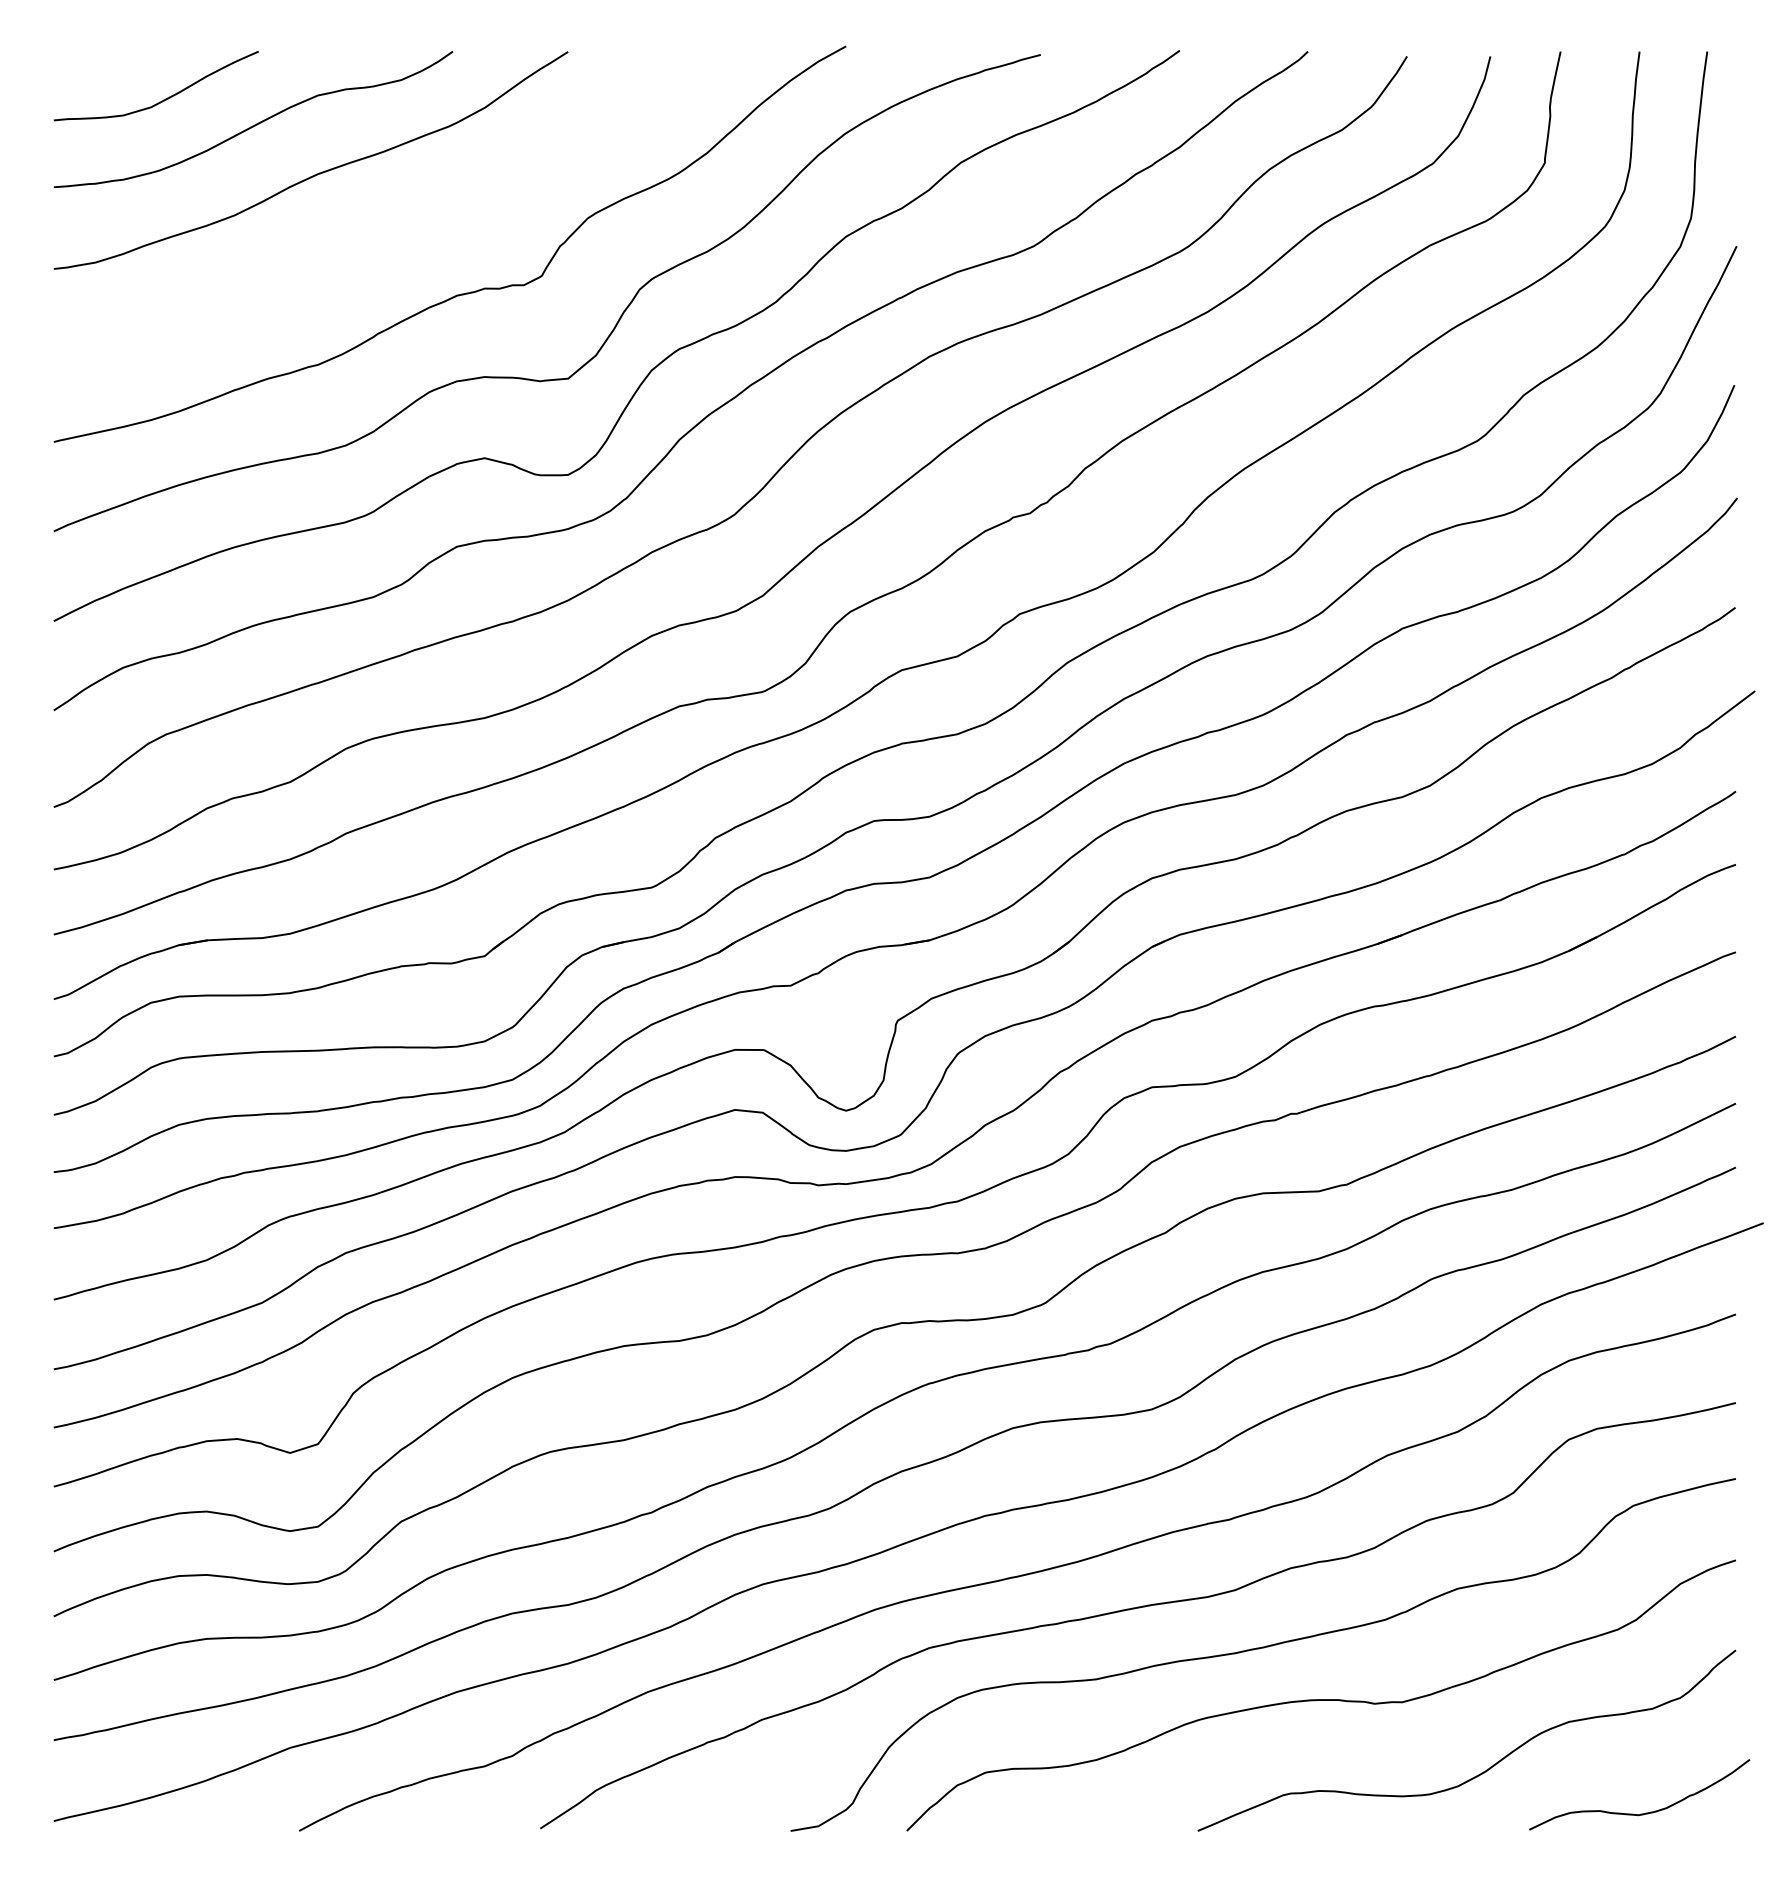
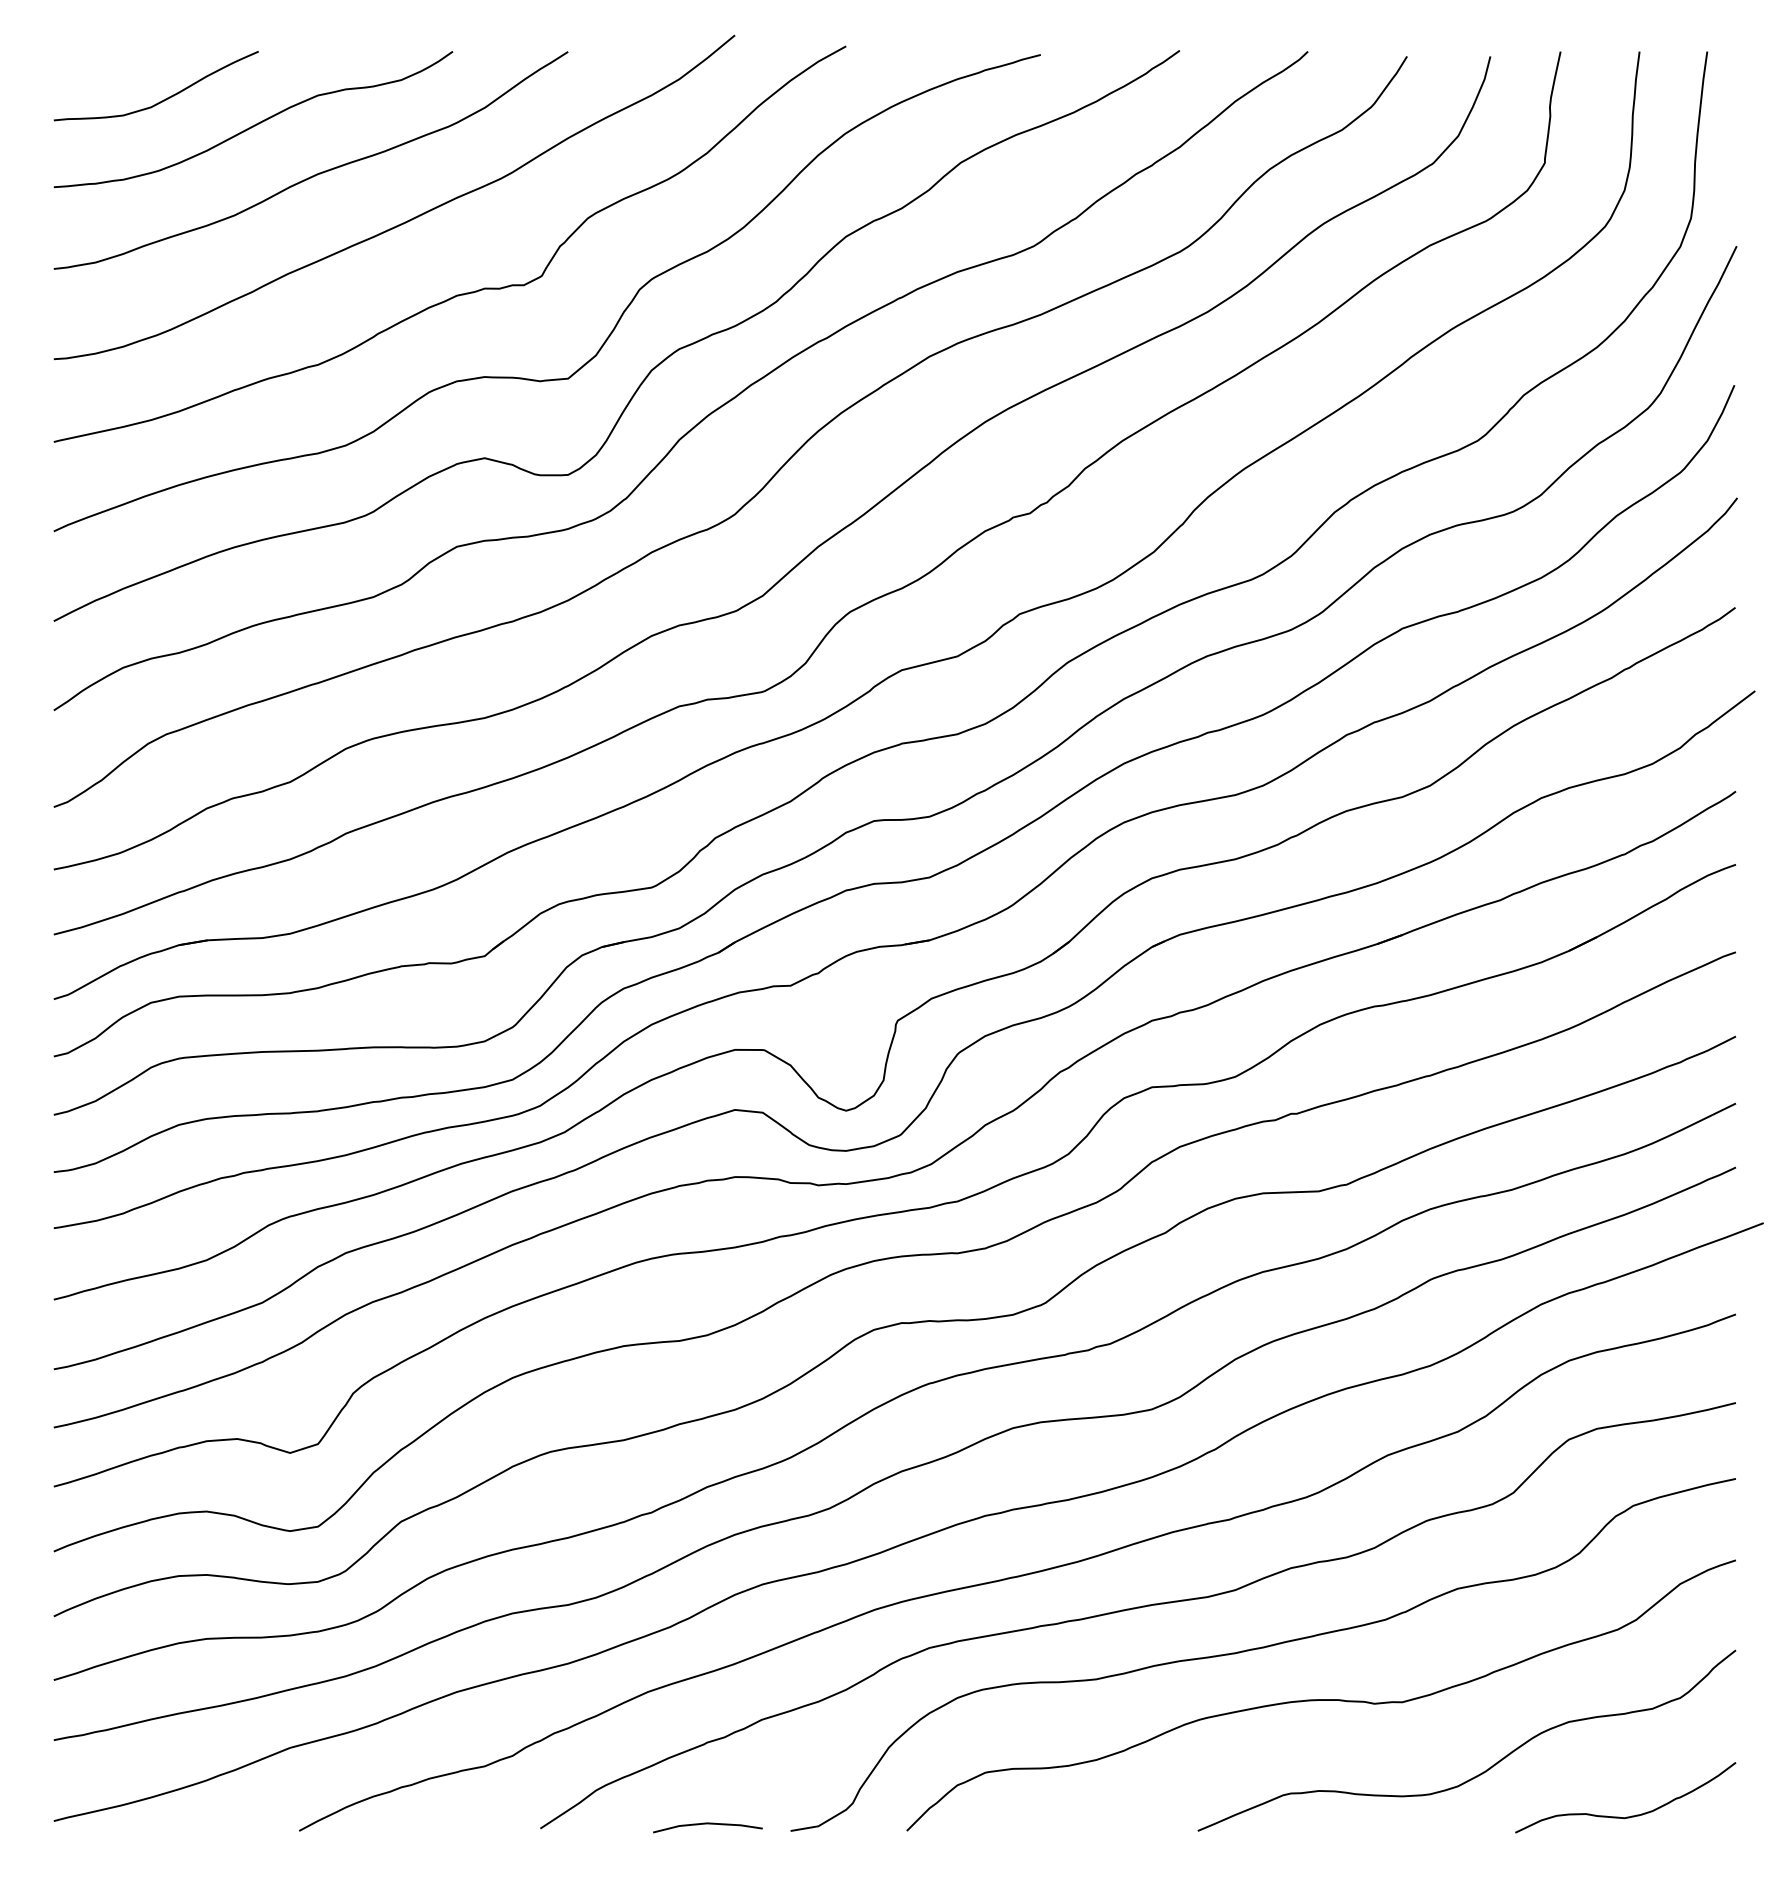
curve at (402, 222): none -> present
curve at (1645, 1812) position: (1645, 1812) -> (1631, 1815)
line at (707, 1824): none -> present
